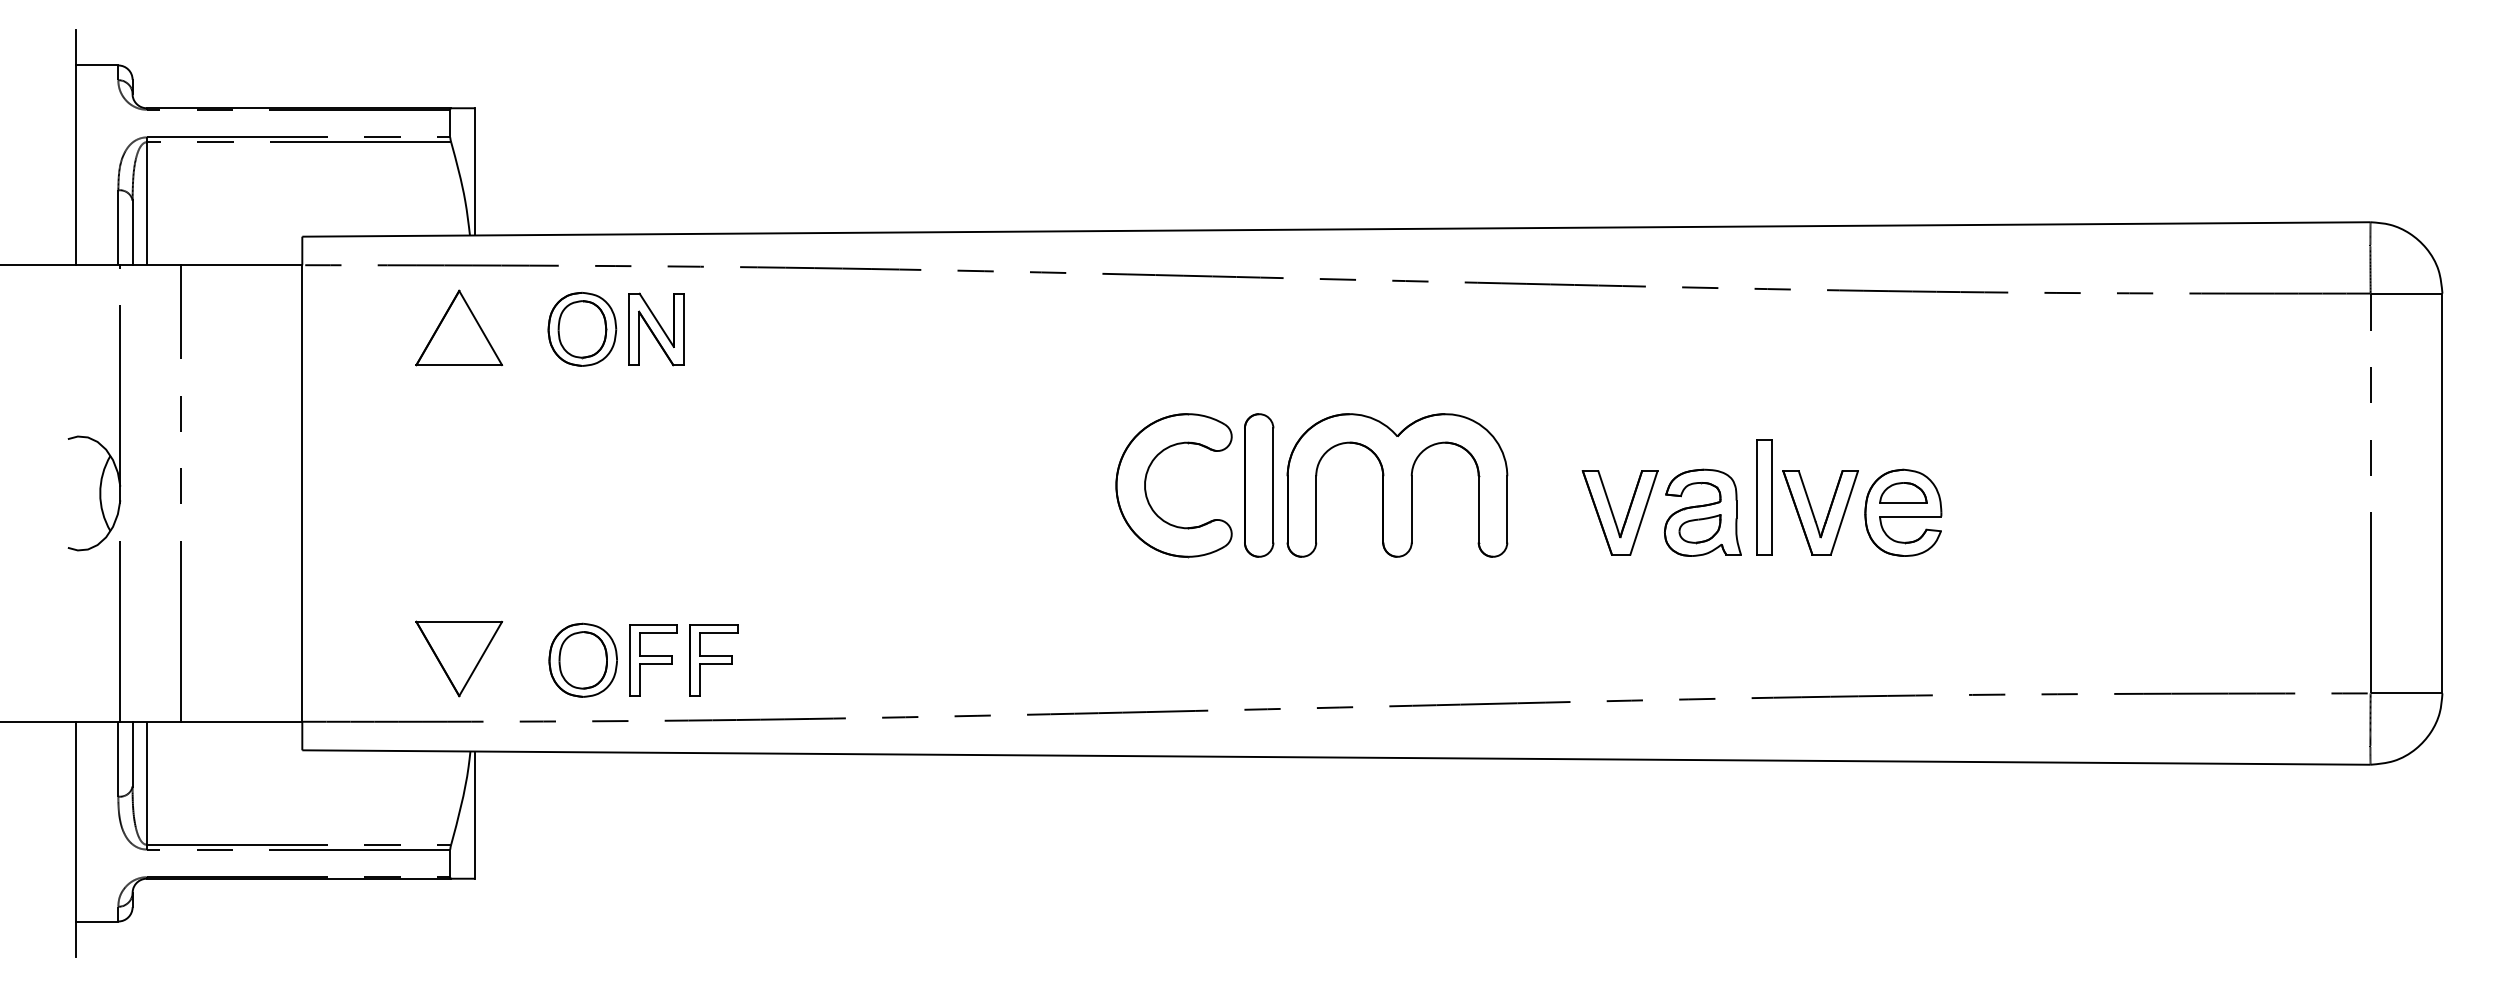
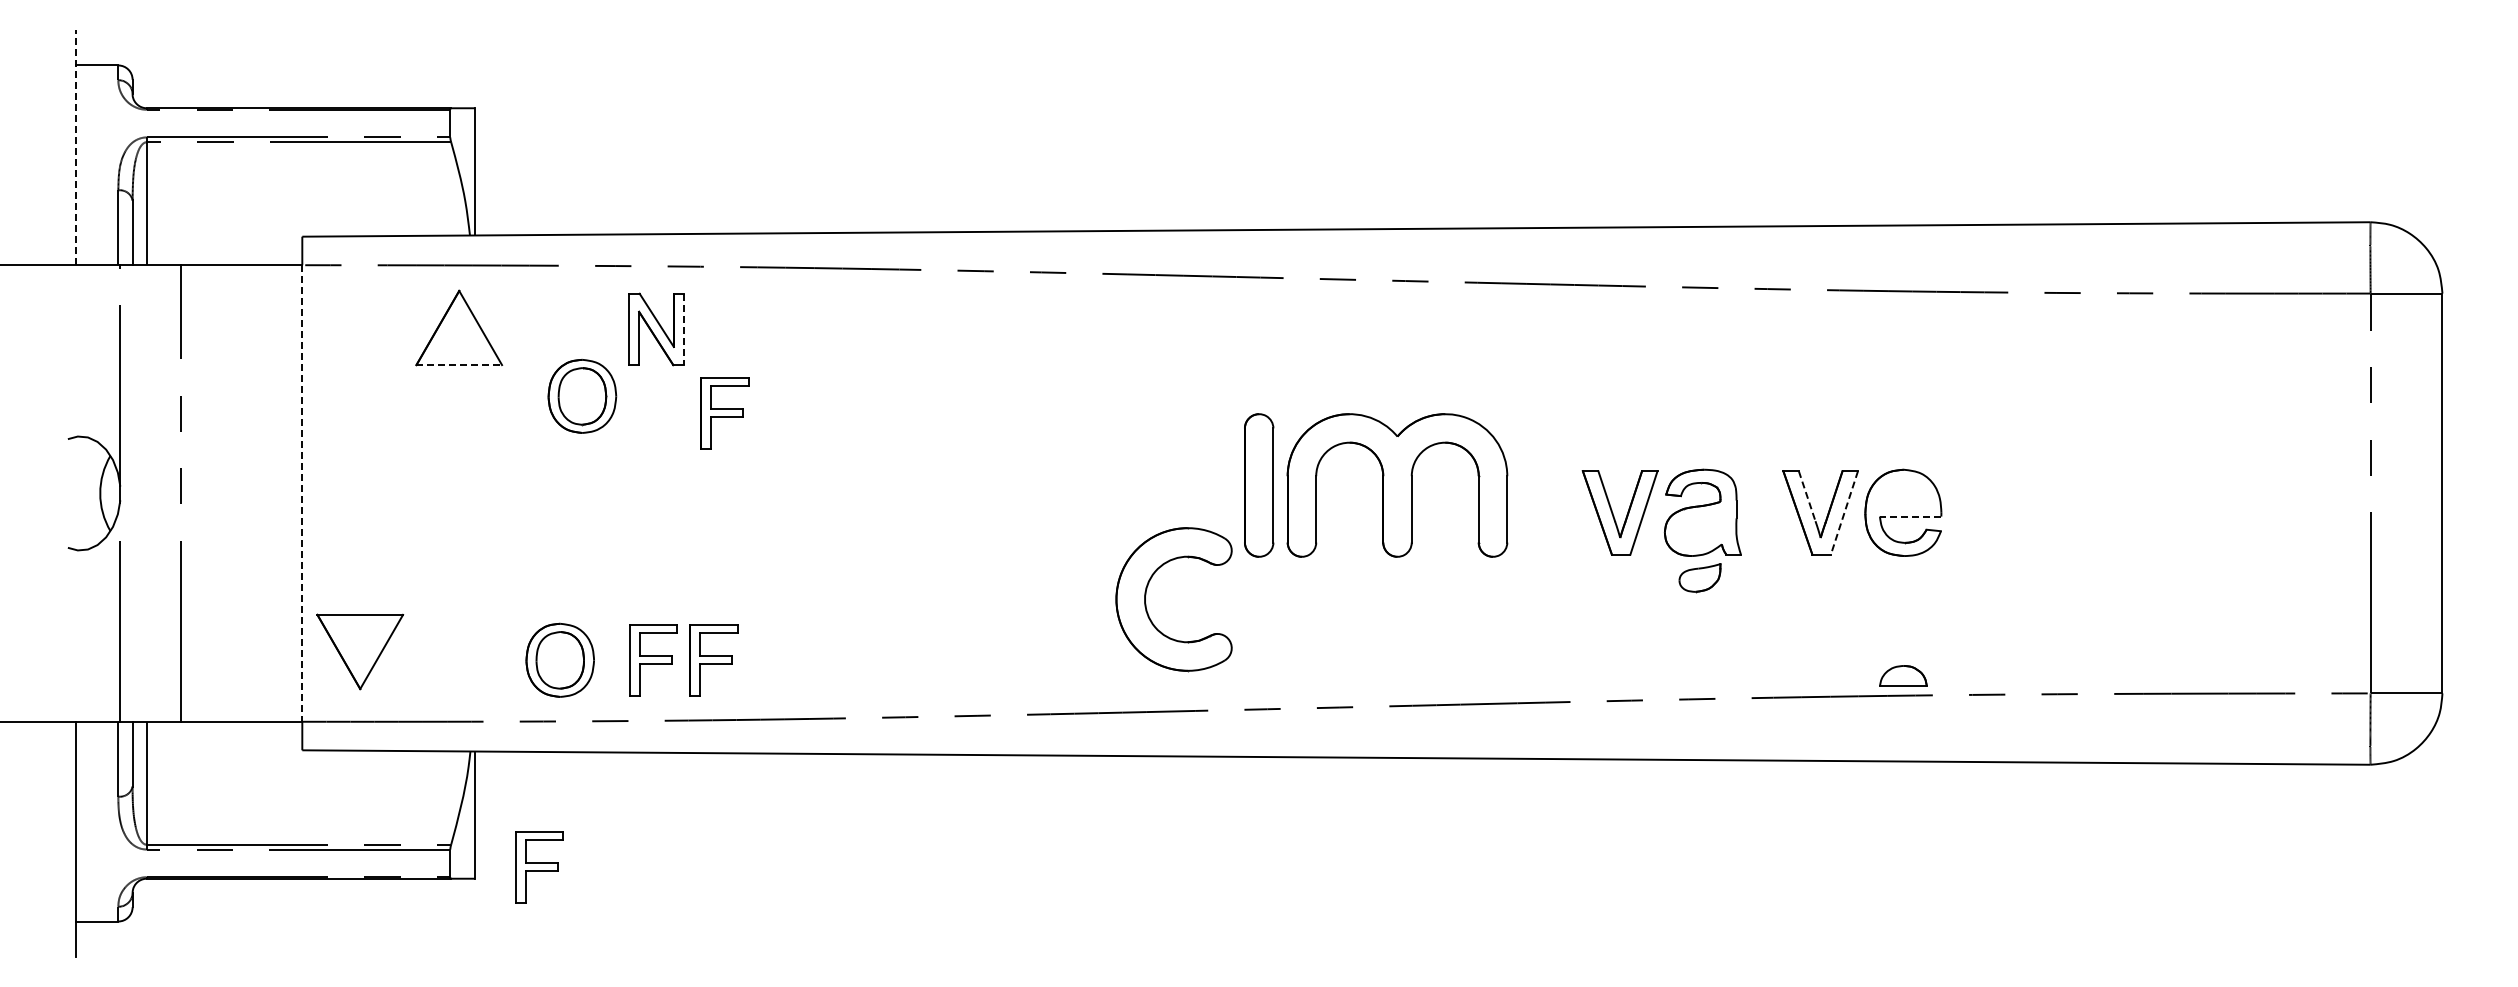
line at (75, 147): solid -> dashed
part at (582, 328) position: (582, 328) -> (582, 395)
line at (683, 329): solid -> dashed
line at (459, 365): solid -> dashed
part at (724, 413): none -> present
part at (1146, 481) position: (1146, 481) -> (1146, 595)
part at (1903, 492) position: (1903, 492) -> (1903, 675)
line at (302, 493): solid -> dashed
line at (1807, 496): solid -> dashed
part at (1764, 497): present -> none
line at (1844, 512): solid -> dashed
line at (1910, 516): solid -> dashed
part at (1699, 529) position: (1699, 529) -> (1699, 578)
part at (459, 658) position: (459, 658) -> (360, 651)
part at (582, 659) position: (582, 659) -> (559, 659)
part at (539, 867): none -> present
